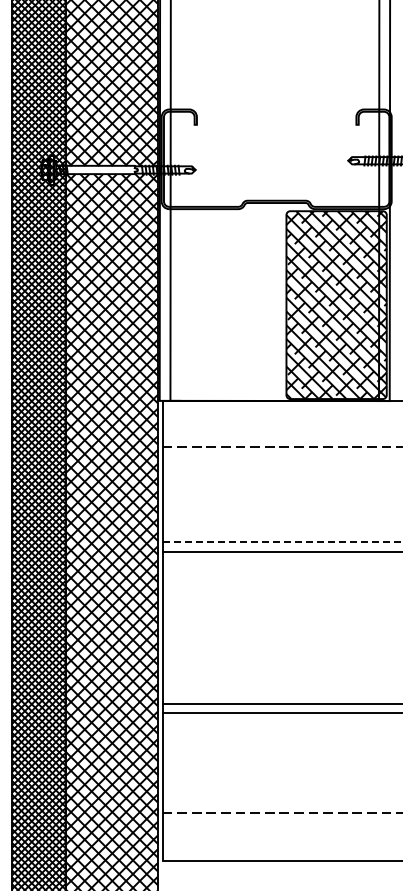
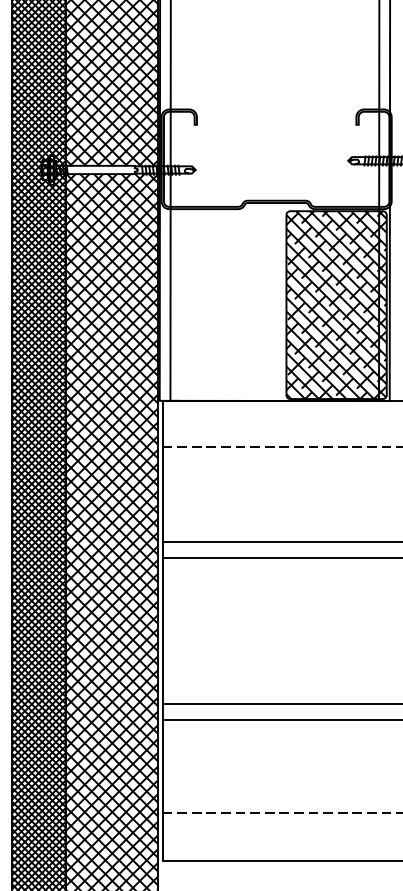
line at (282, 542): dashed -> solid
line at (280, 552) position: (280, 552) -> (280, 558)
line at (280, 713) position: (280, 713) -> (280, 720)
